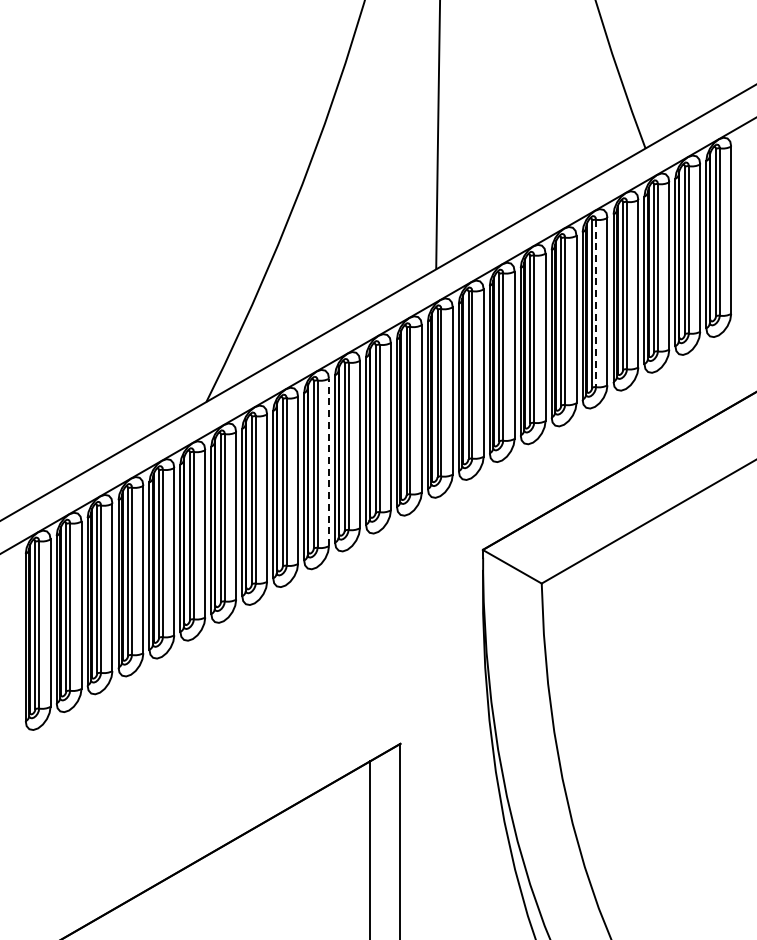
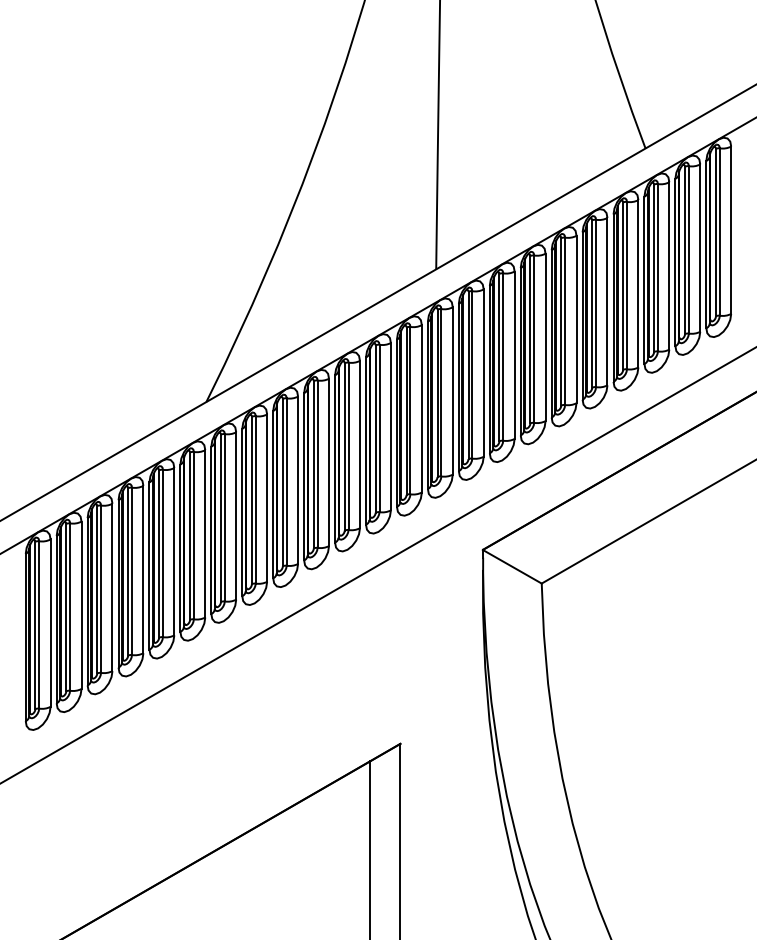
line at (596, 303): dashed -> solid
line at (329, 462): dashed -> solid
line at (377, 565): none -> present
